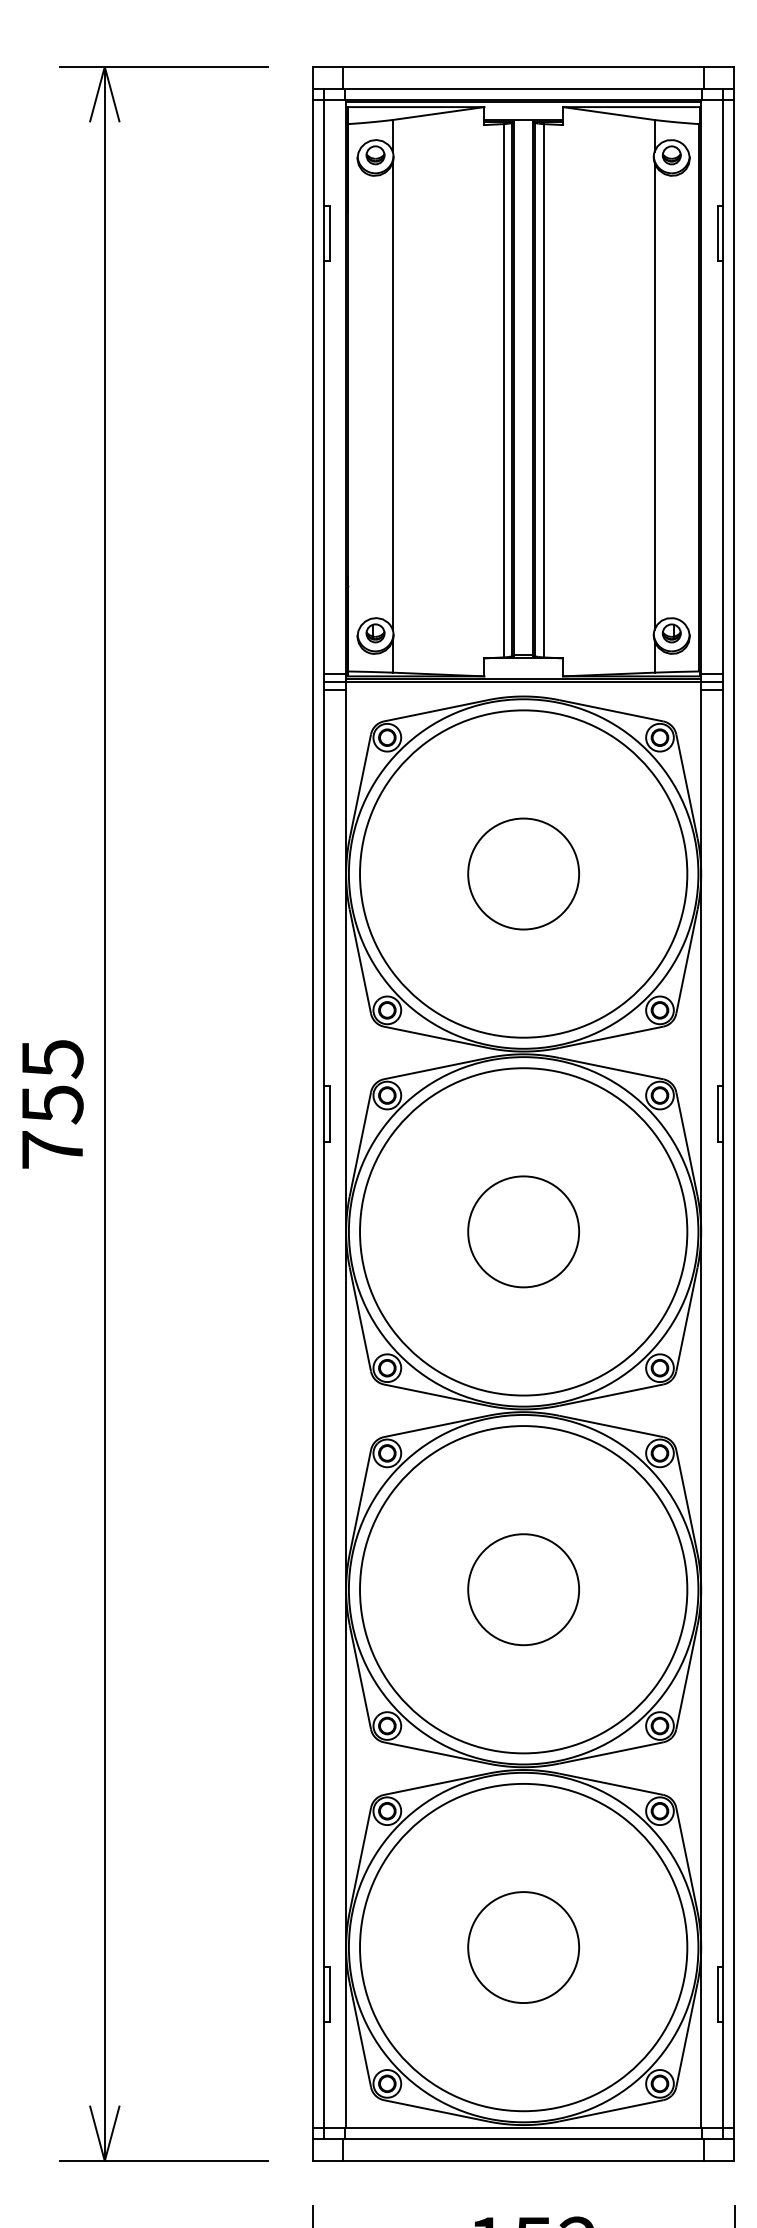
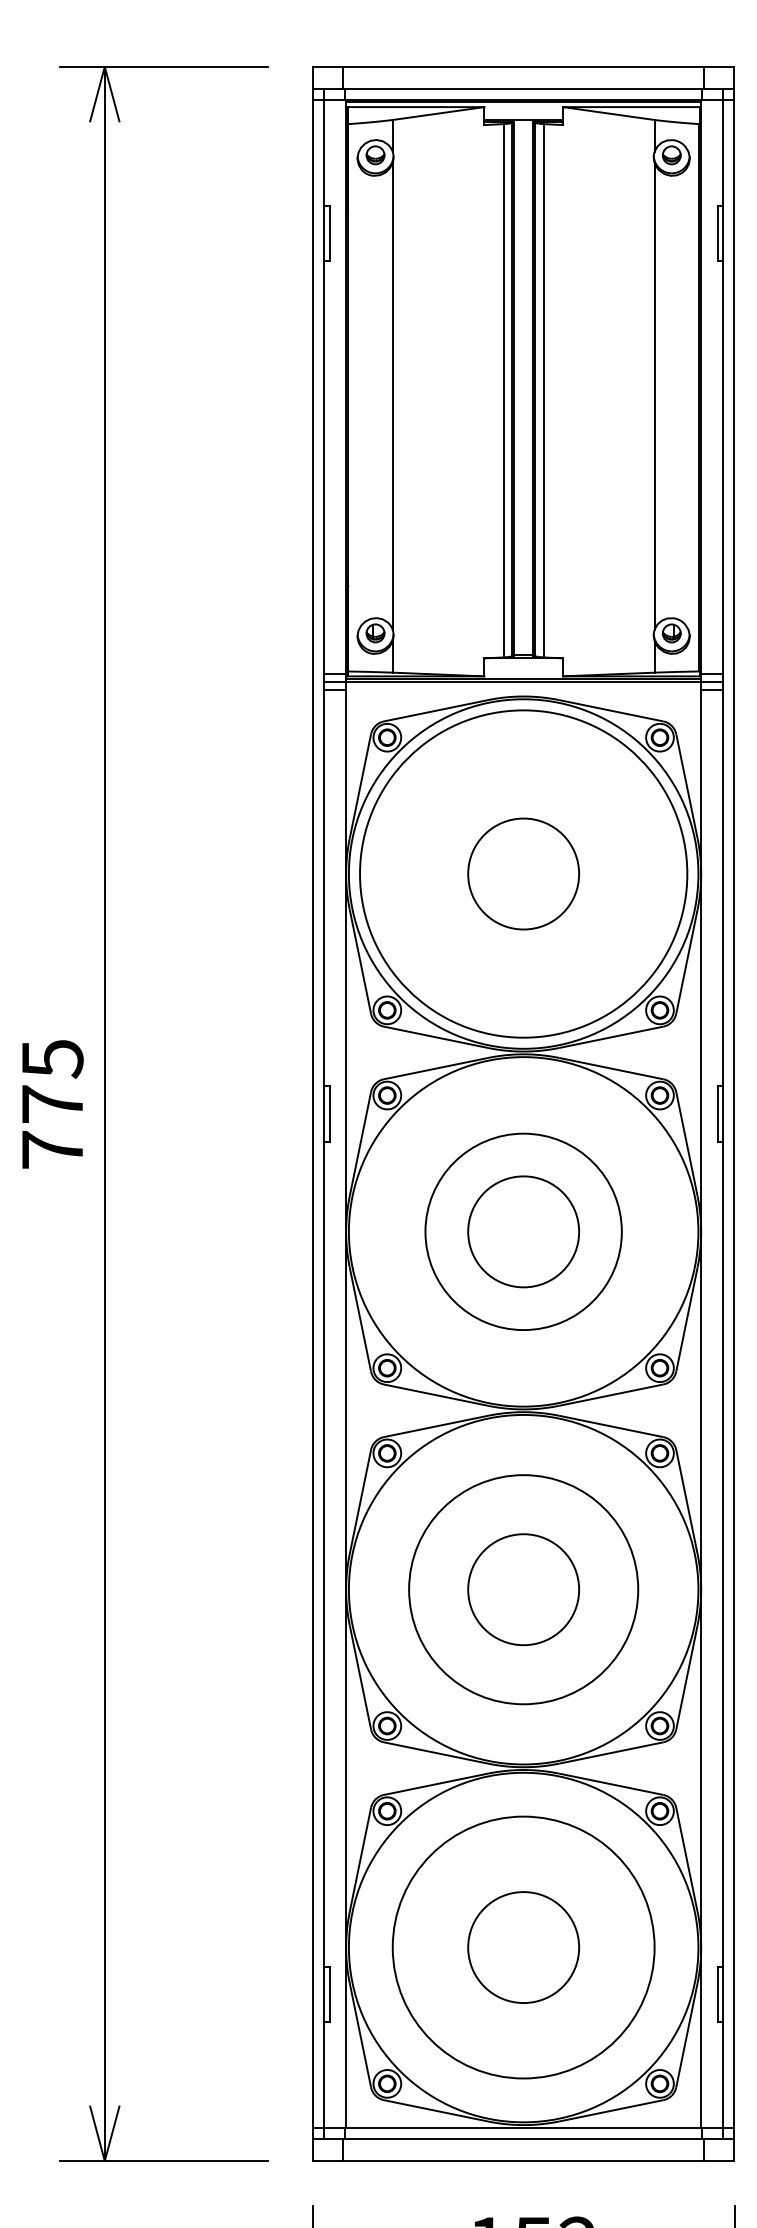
text at (52, 1104): 755 -> 775
circle at (523, 1231) diameter: 327 px -> 196 px
circle at (523, 1589) diameter: 327 px -> 229 px
circle at (523, 1947) diameter: 327 px -> 262 px
